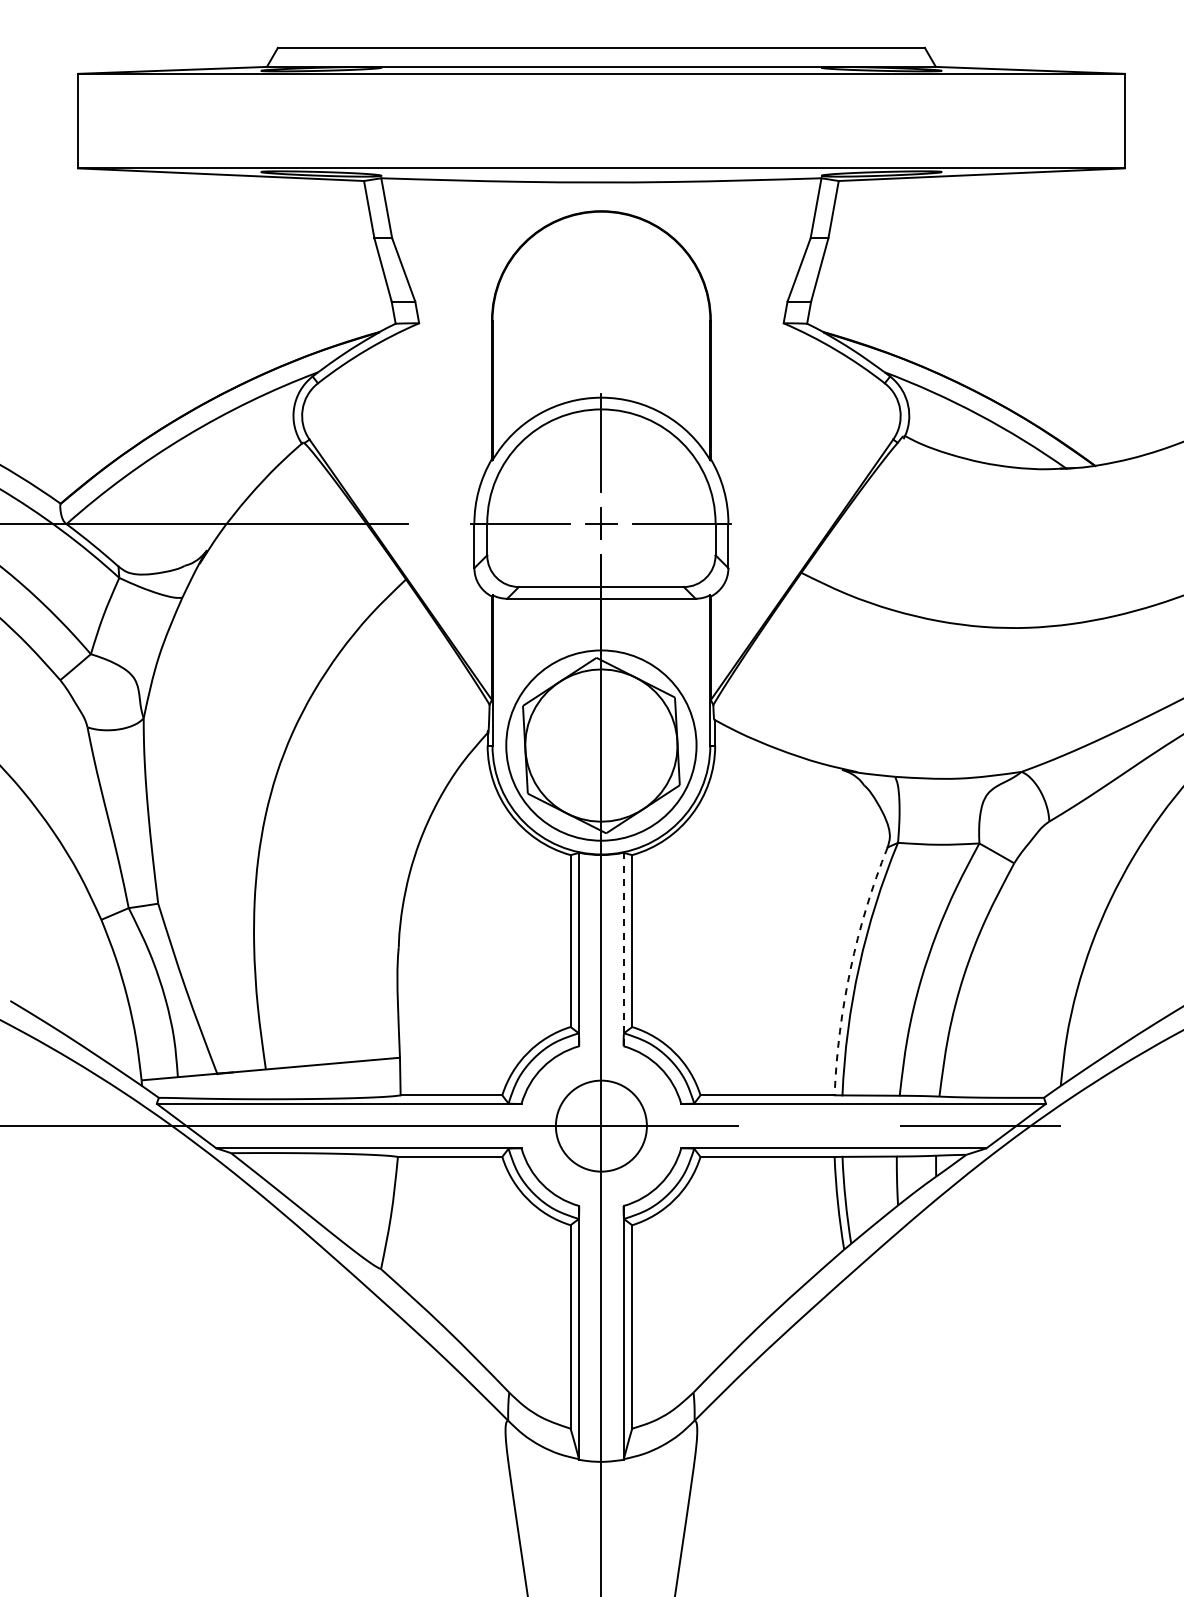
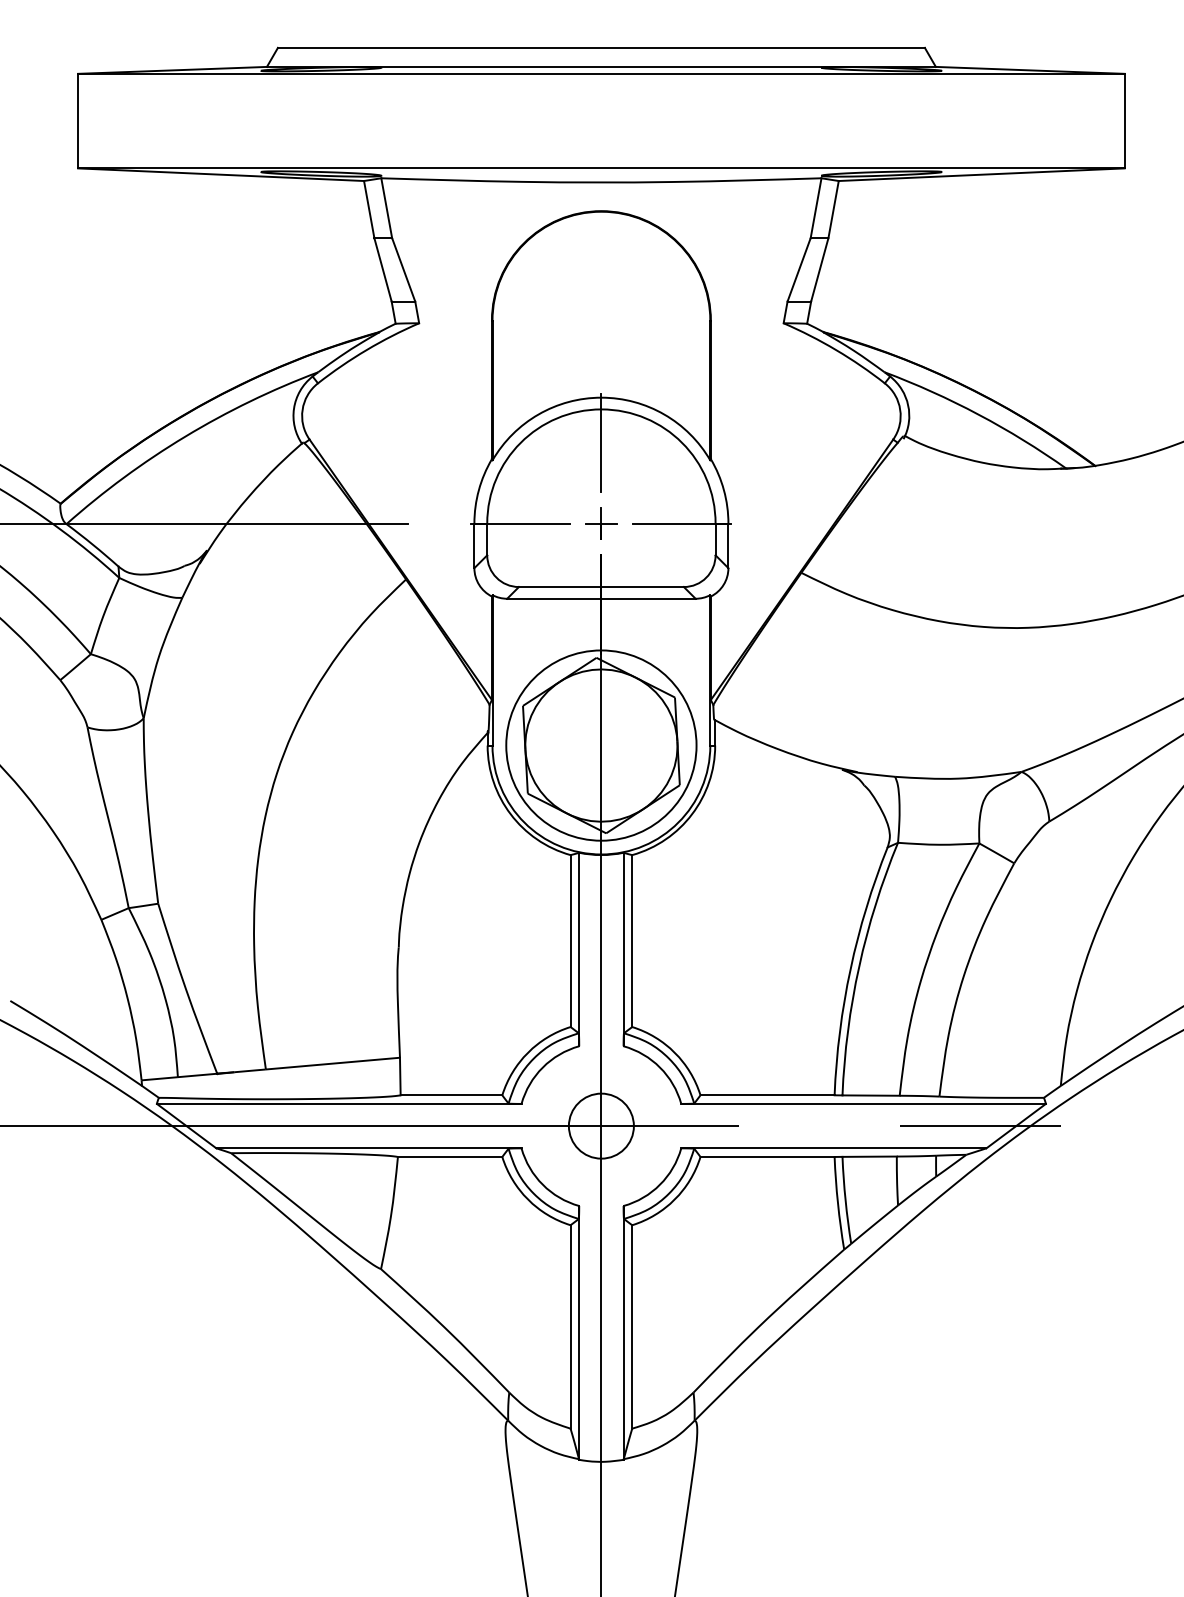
line at (623, 949): dashed -> solid
arc at (850, 969): dashed -> solid
circle at (600, 1125) diameter: 91 px -> 65 px
